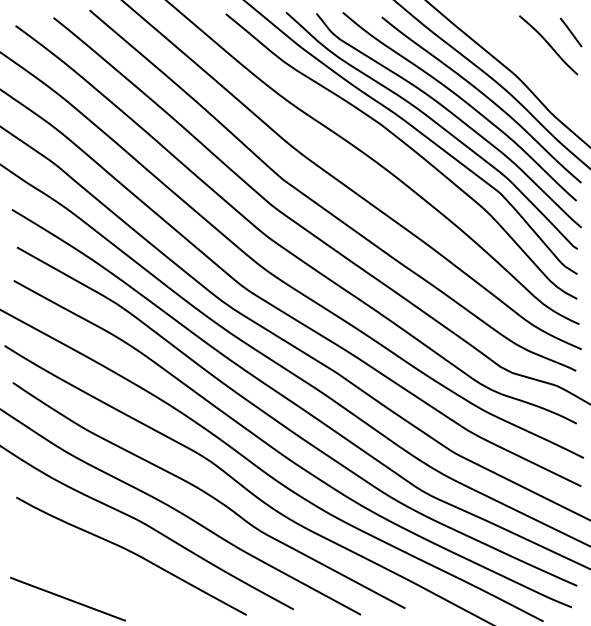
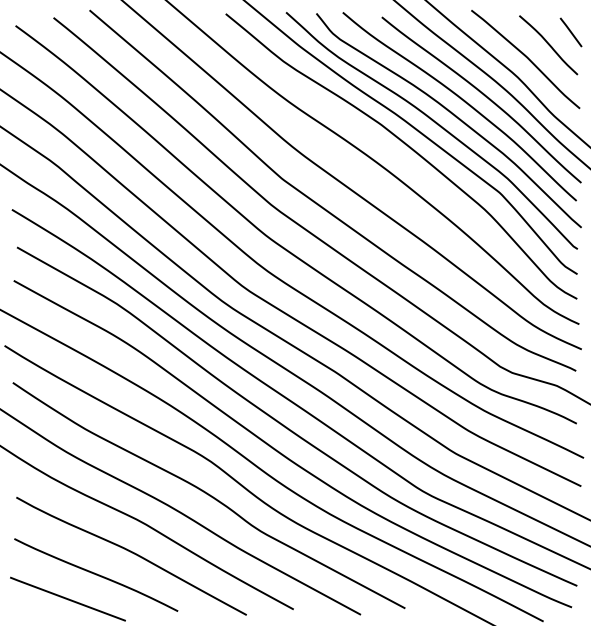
curve at (526, 58): none -> present
curve at (96, 574): none -> present
